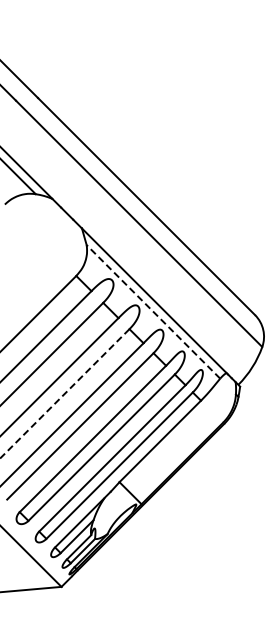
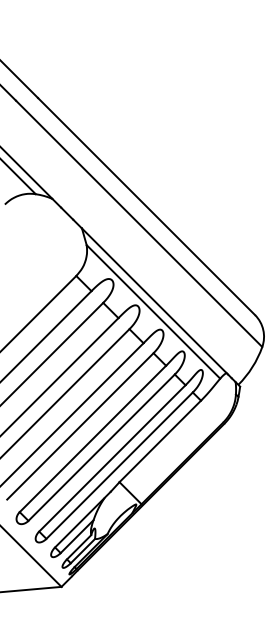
line at (153, 311): dashed -> solid
line at (64, 394): dashed -> solid
